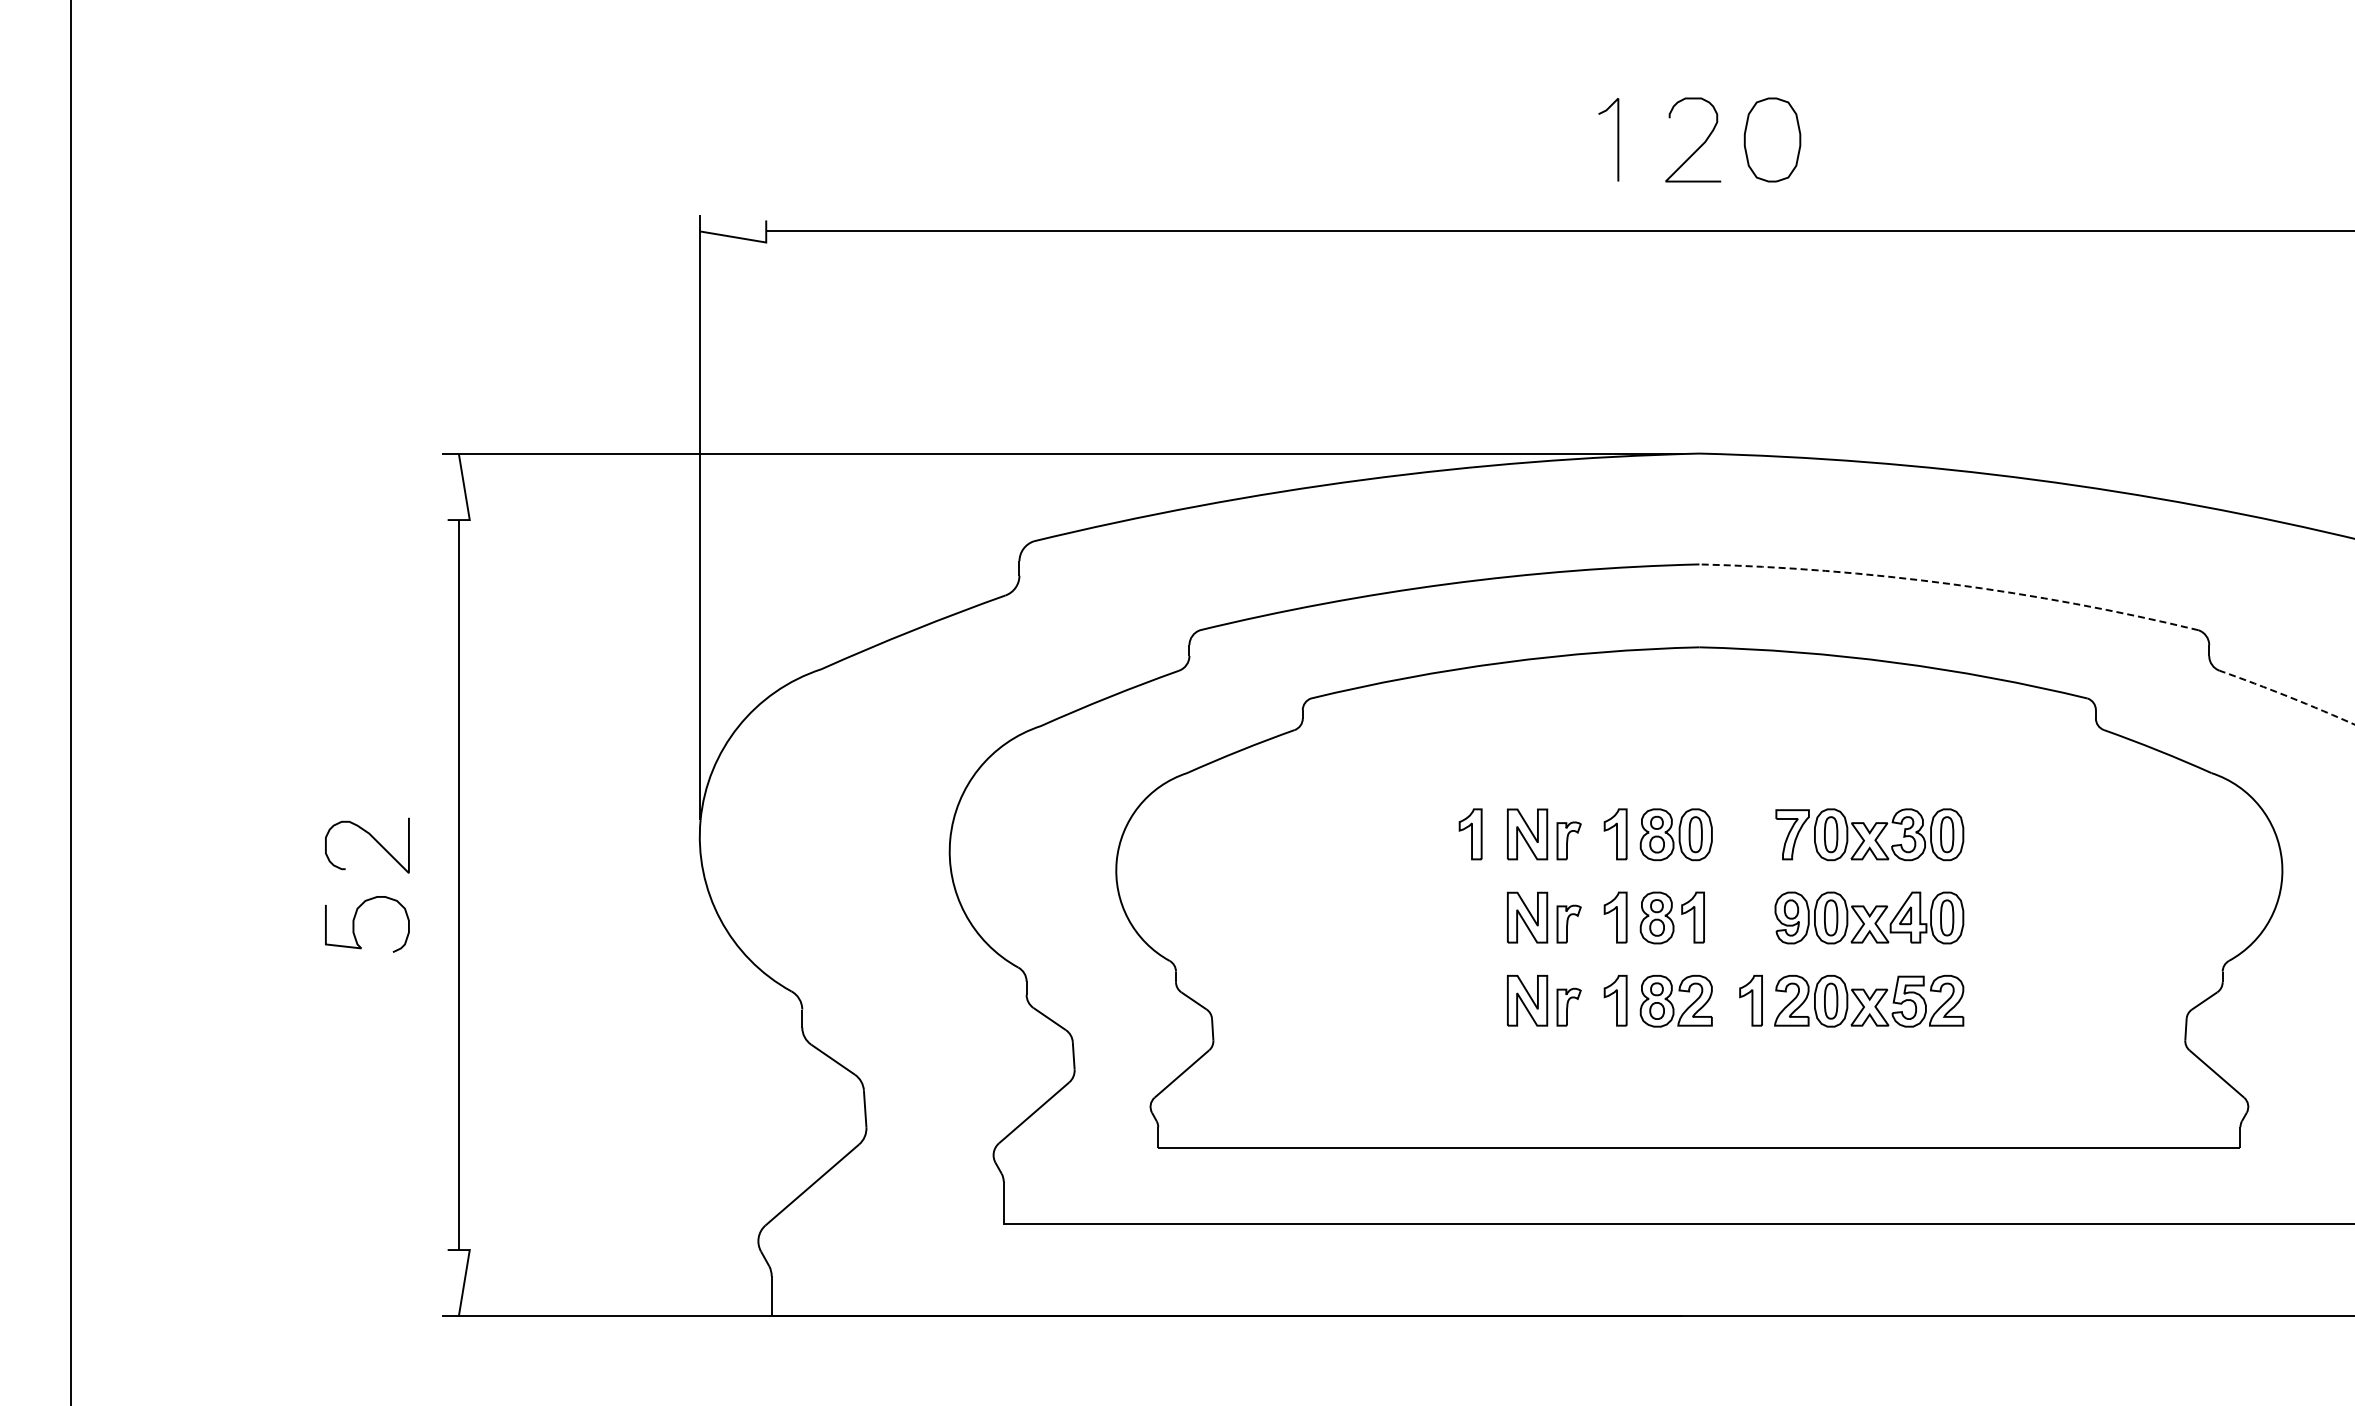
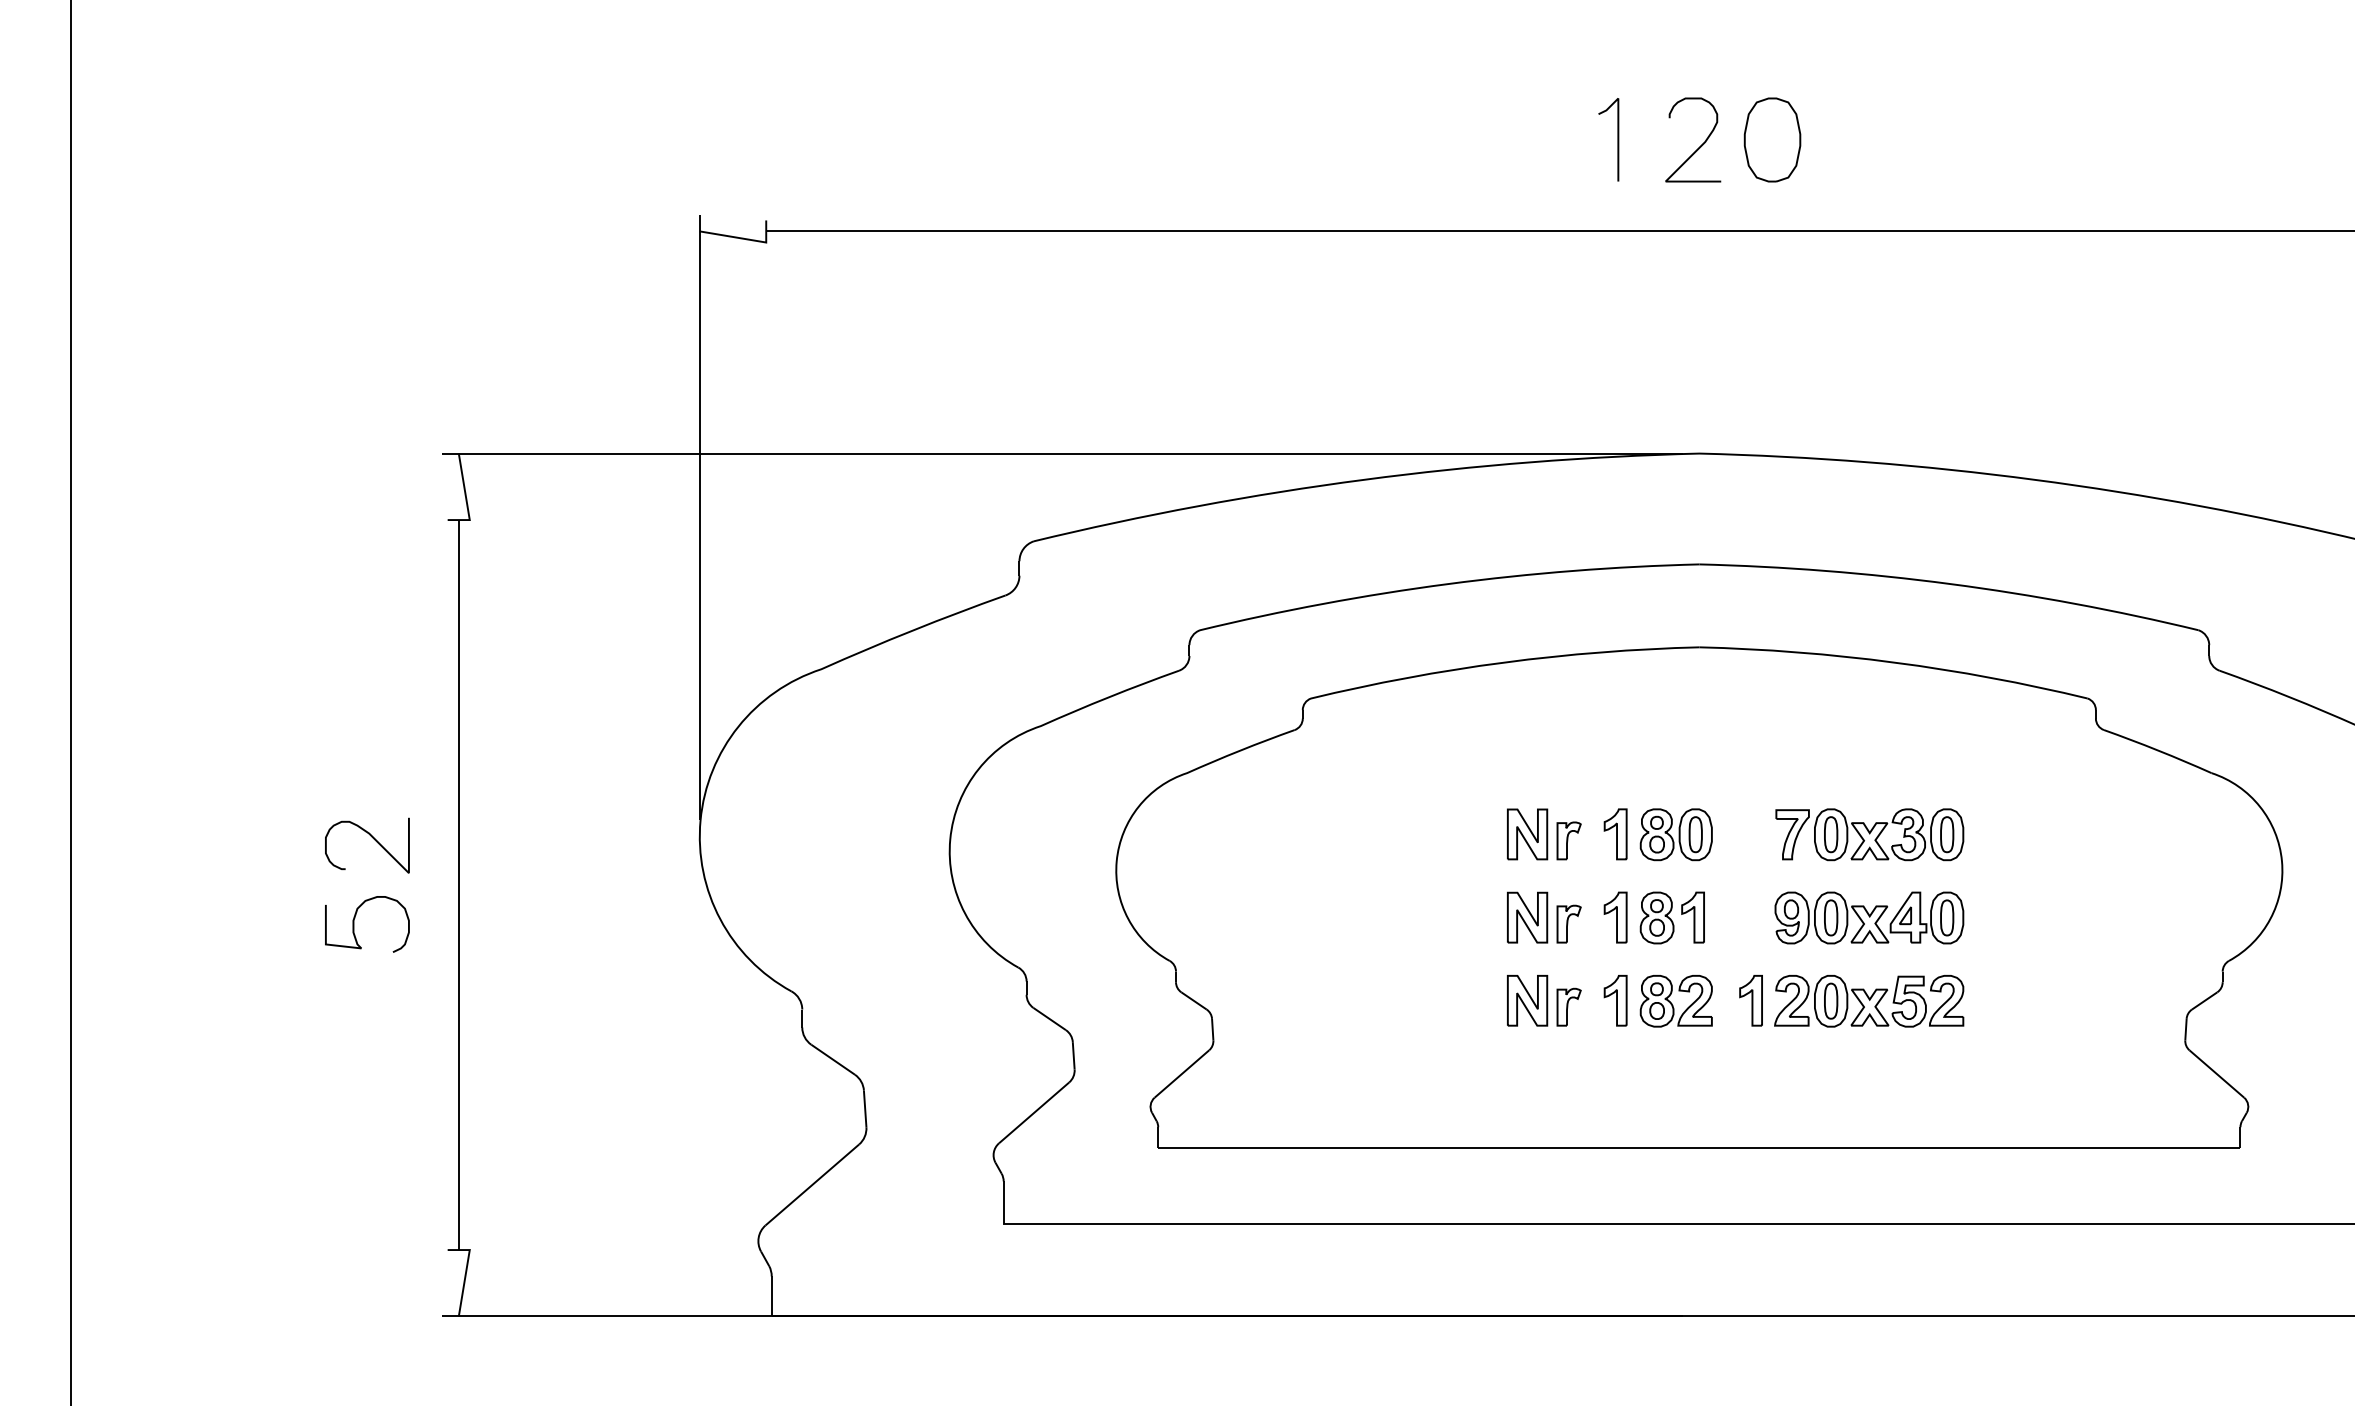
line at (1950, 584): dashed -> solid
line at (2287, 696): dashed -> solid
part at (1470, 834): present -> none
